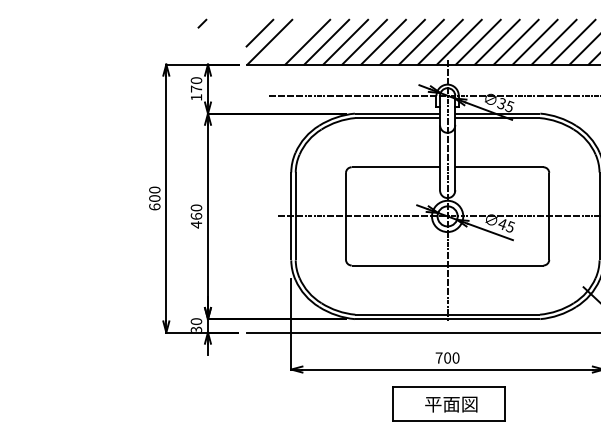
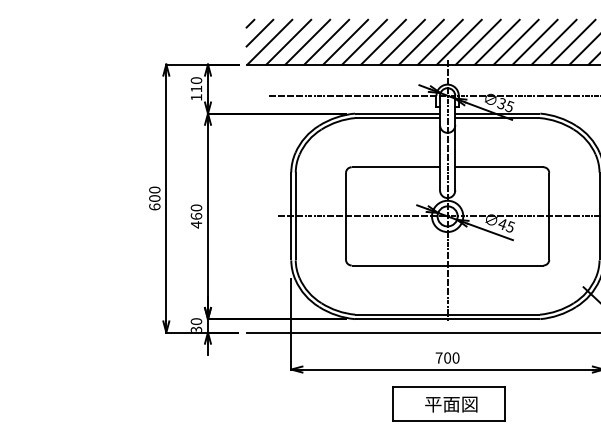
line at (202, 23) position: (202, 23) -> (250, 23)
line at (288, 41): none -> present
text at (196, 88): 170 -> 110
